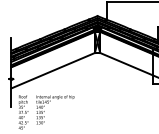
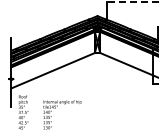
line at (132, 1): solid -> dashed
text at (55, 109) position: (55, 109) -> (62, 114)
